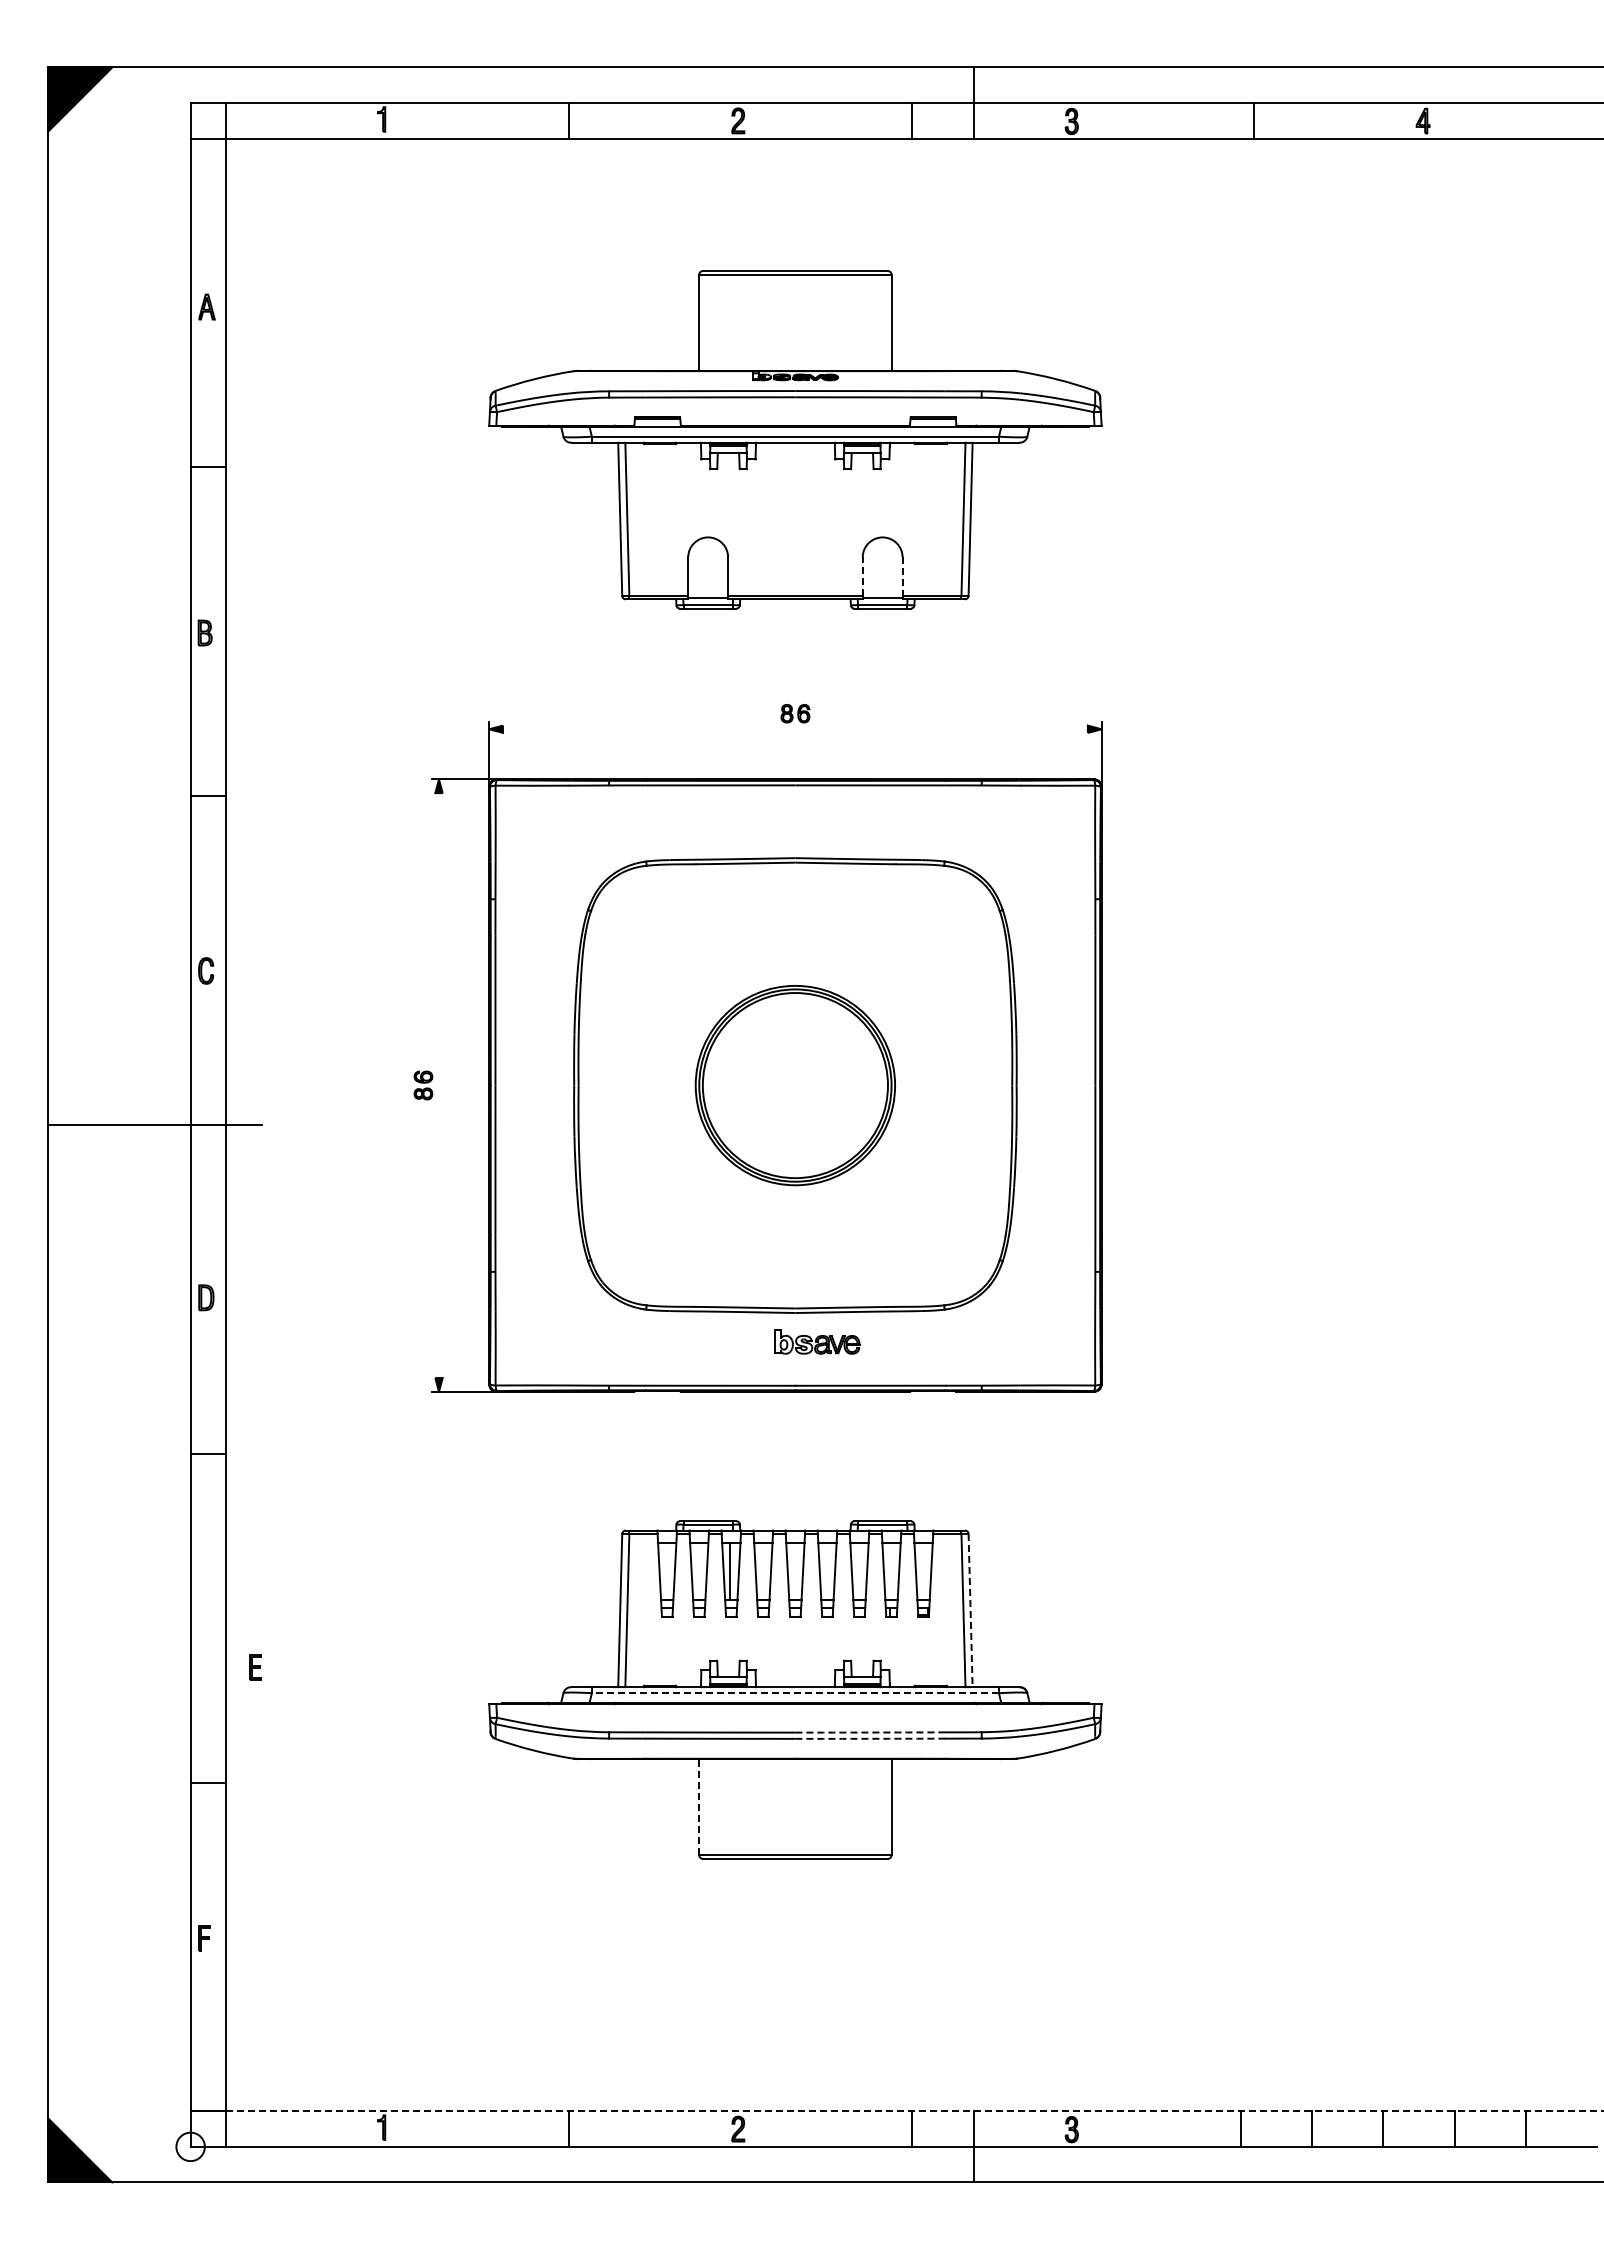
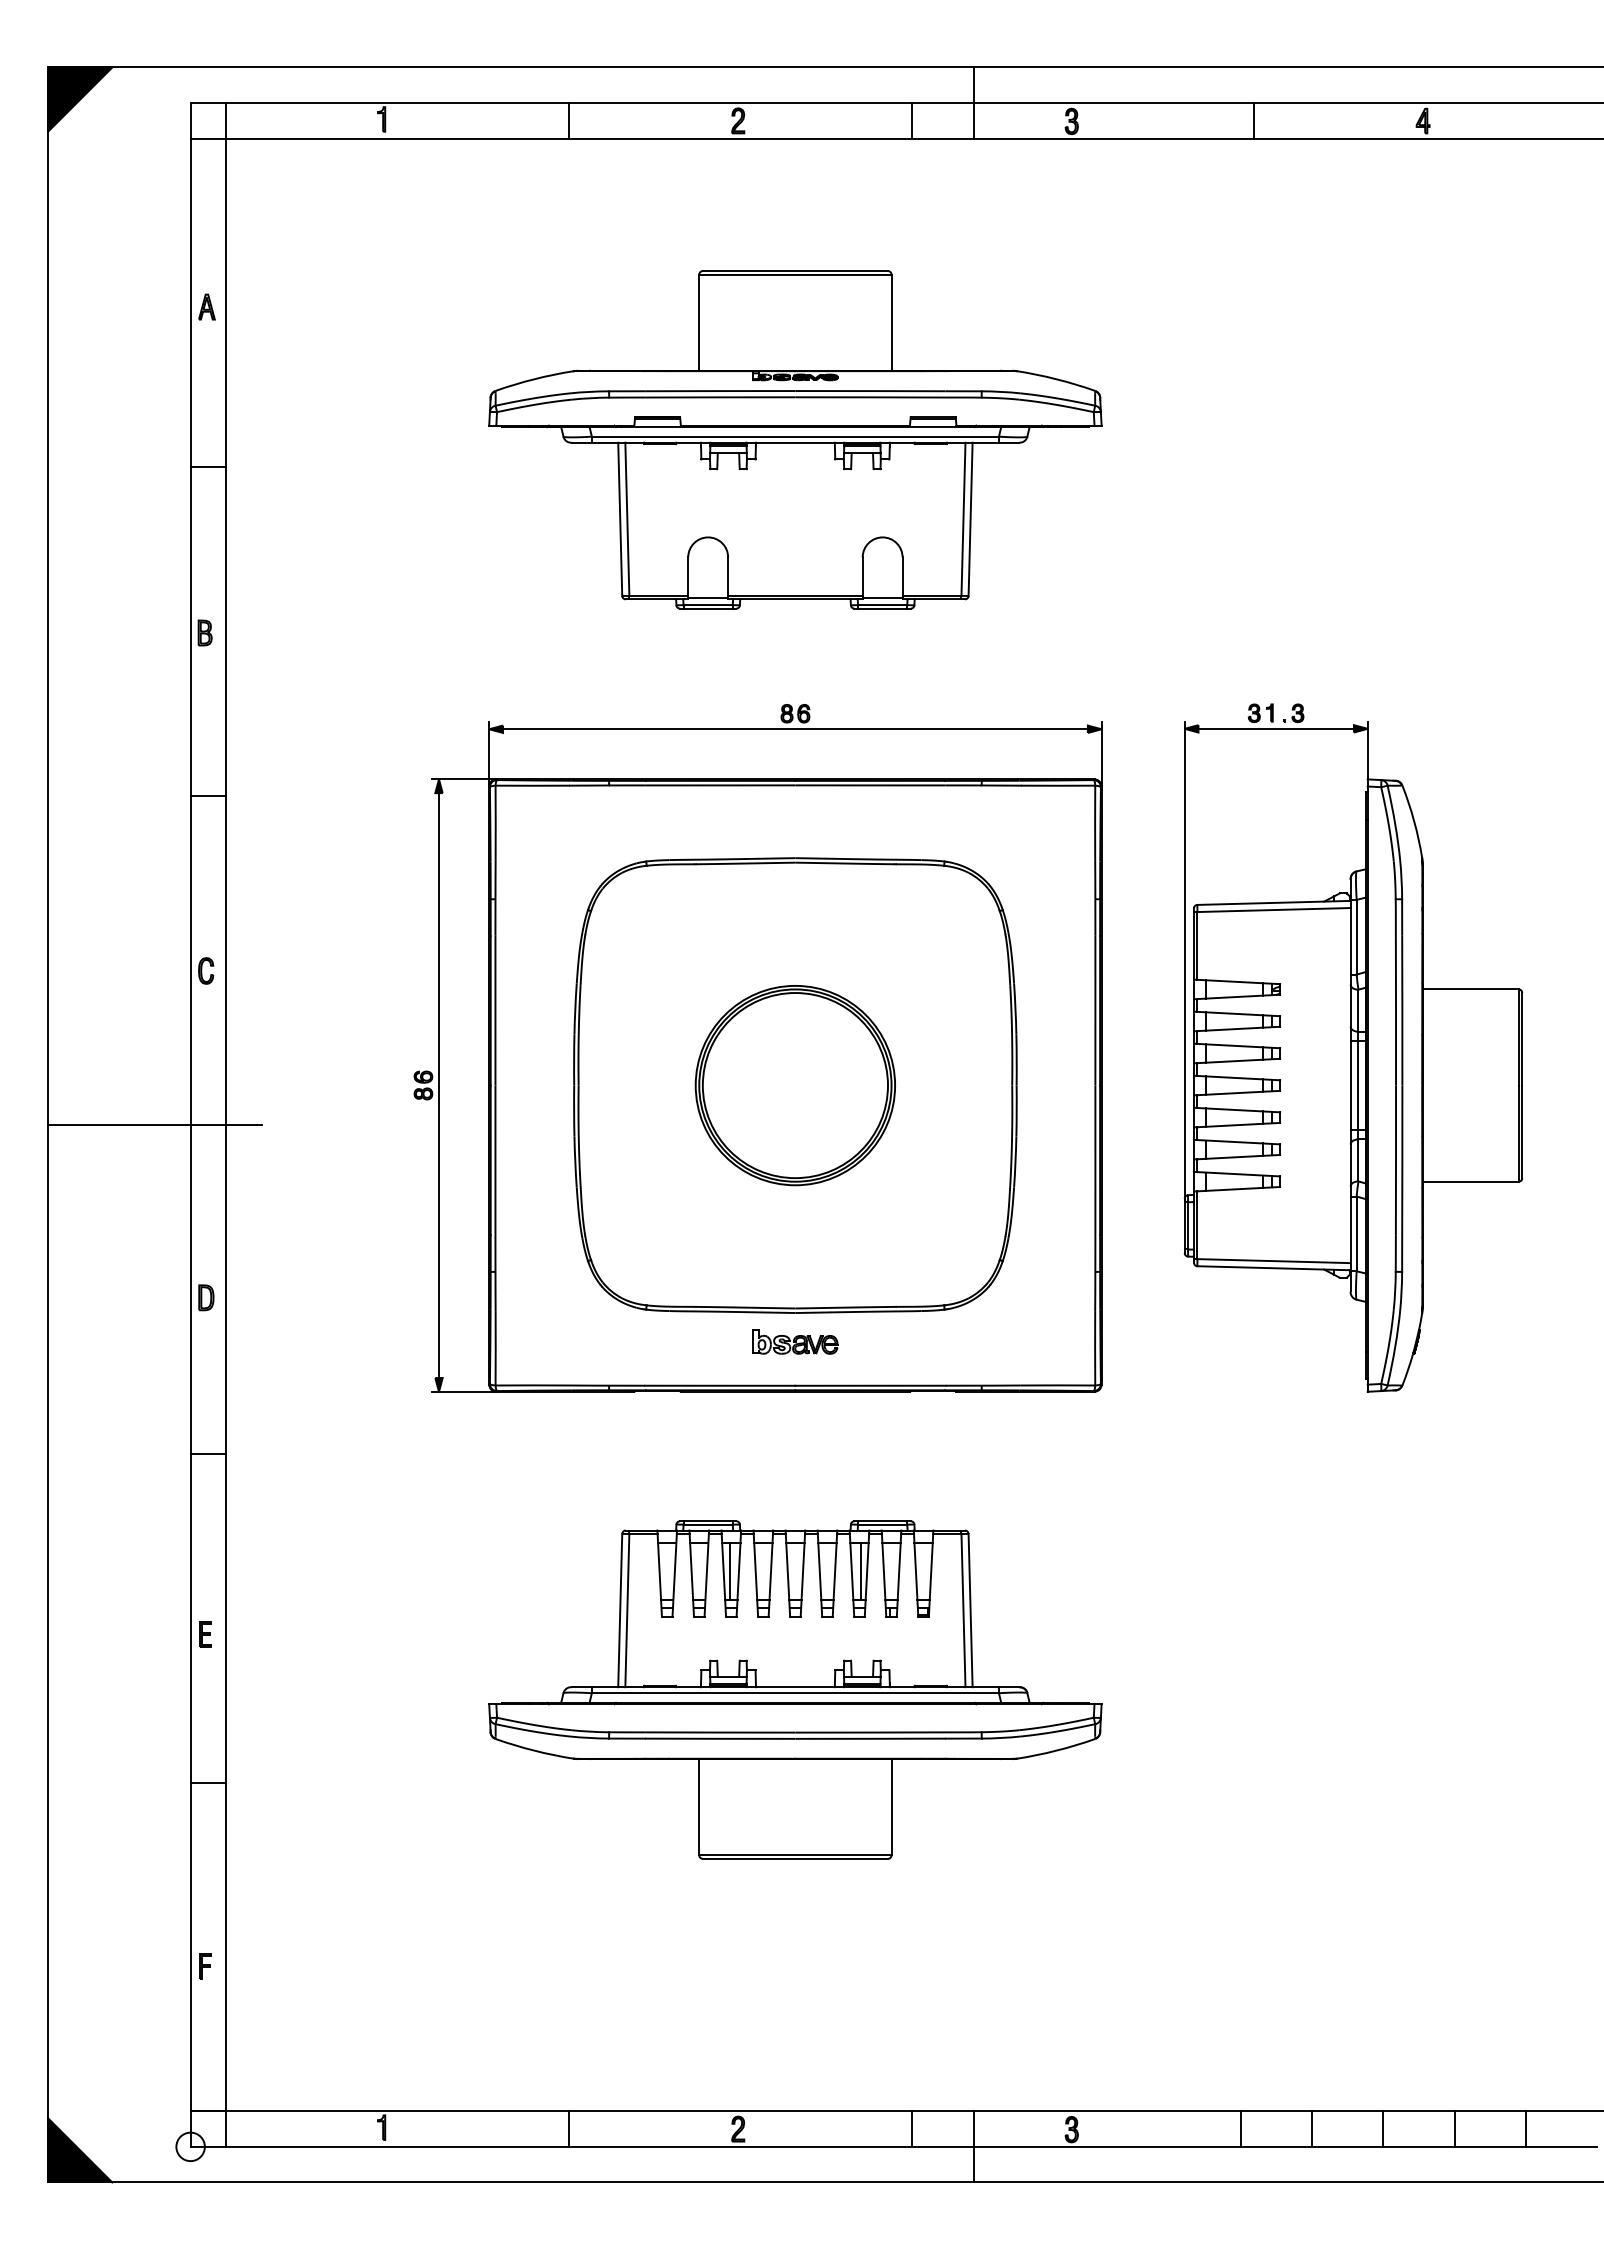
line at (862, 576): dashed -> solid
line at (902, 577): dashed -> solid
line at (794, 729): none -> present
part at (1353, 1047): none -> present
line at (438, 1085): none -> present
part at (817, 1341) position: (817, 1341) -> (795, 1341)
line at (861, 1570): none -> present
line at (970, 1610): dashed -> solid
part at (255, 1667) position: (255, 1667) -> (205, 1634)
line at (795, 1693): dashed -> solid
arc at (870, 1732): dashed -> solid
arc at (870, 1738): dashed -> solid
line at (699, 1806): dashed -> solid
part at (204, 1938) position: (204, 1938) -> (205, 1966)
line at (915, 2111): dashed -> solid
